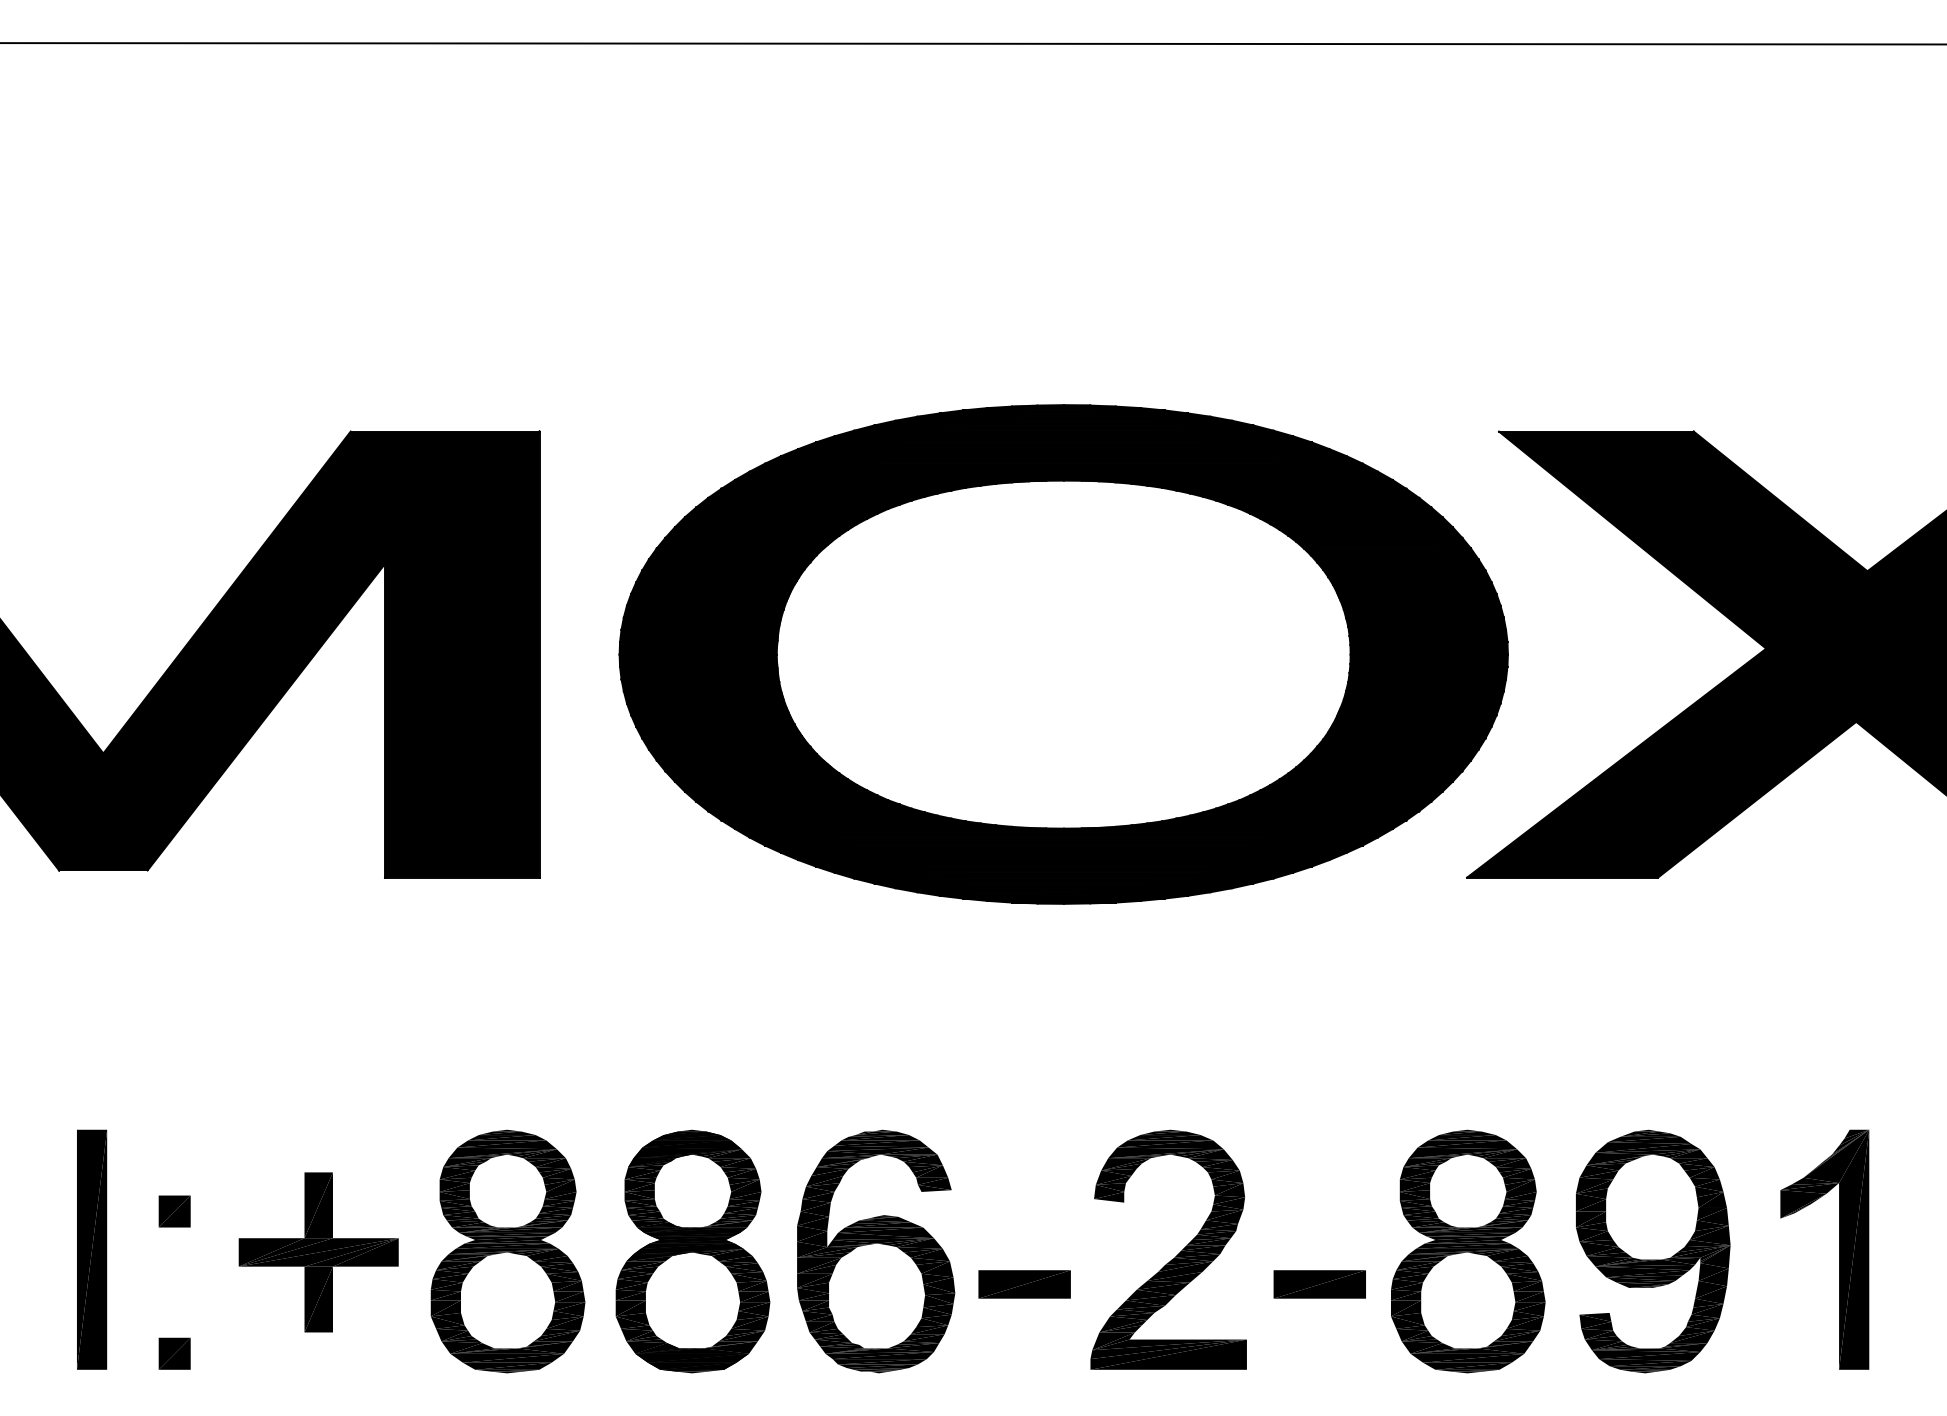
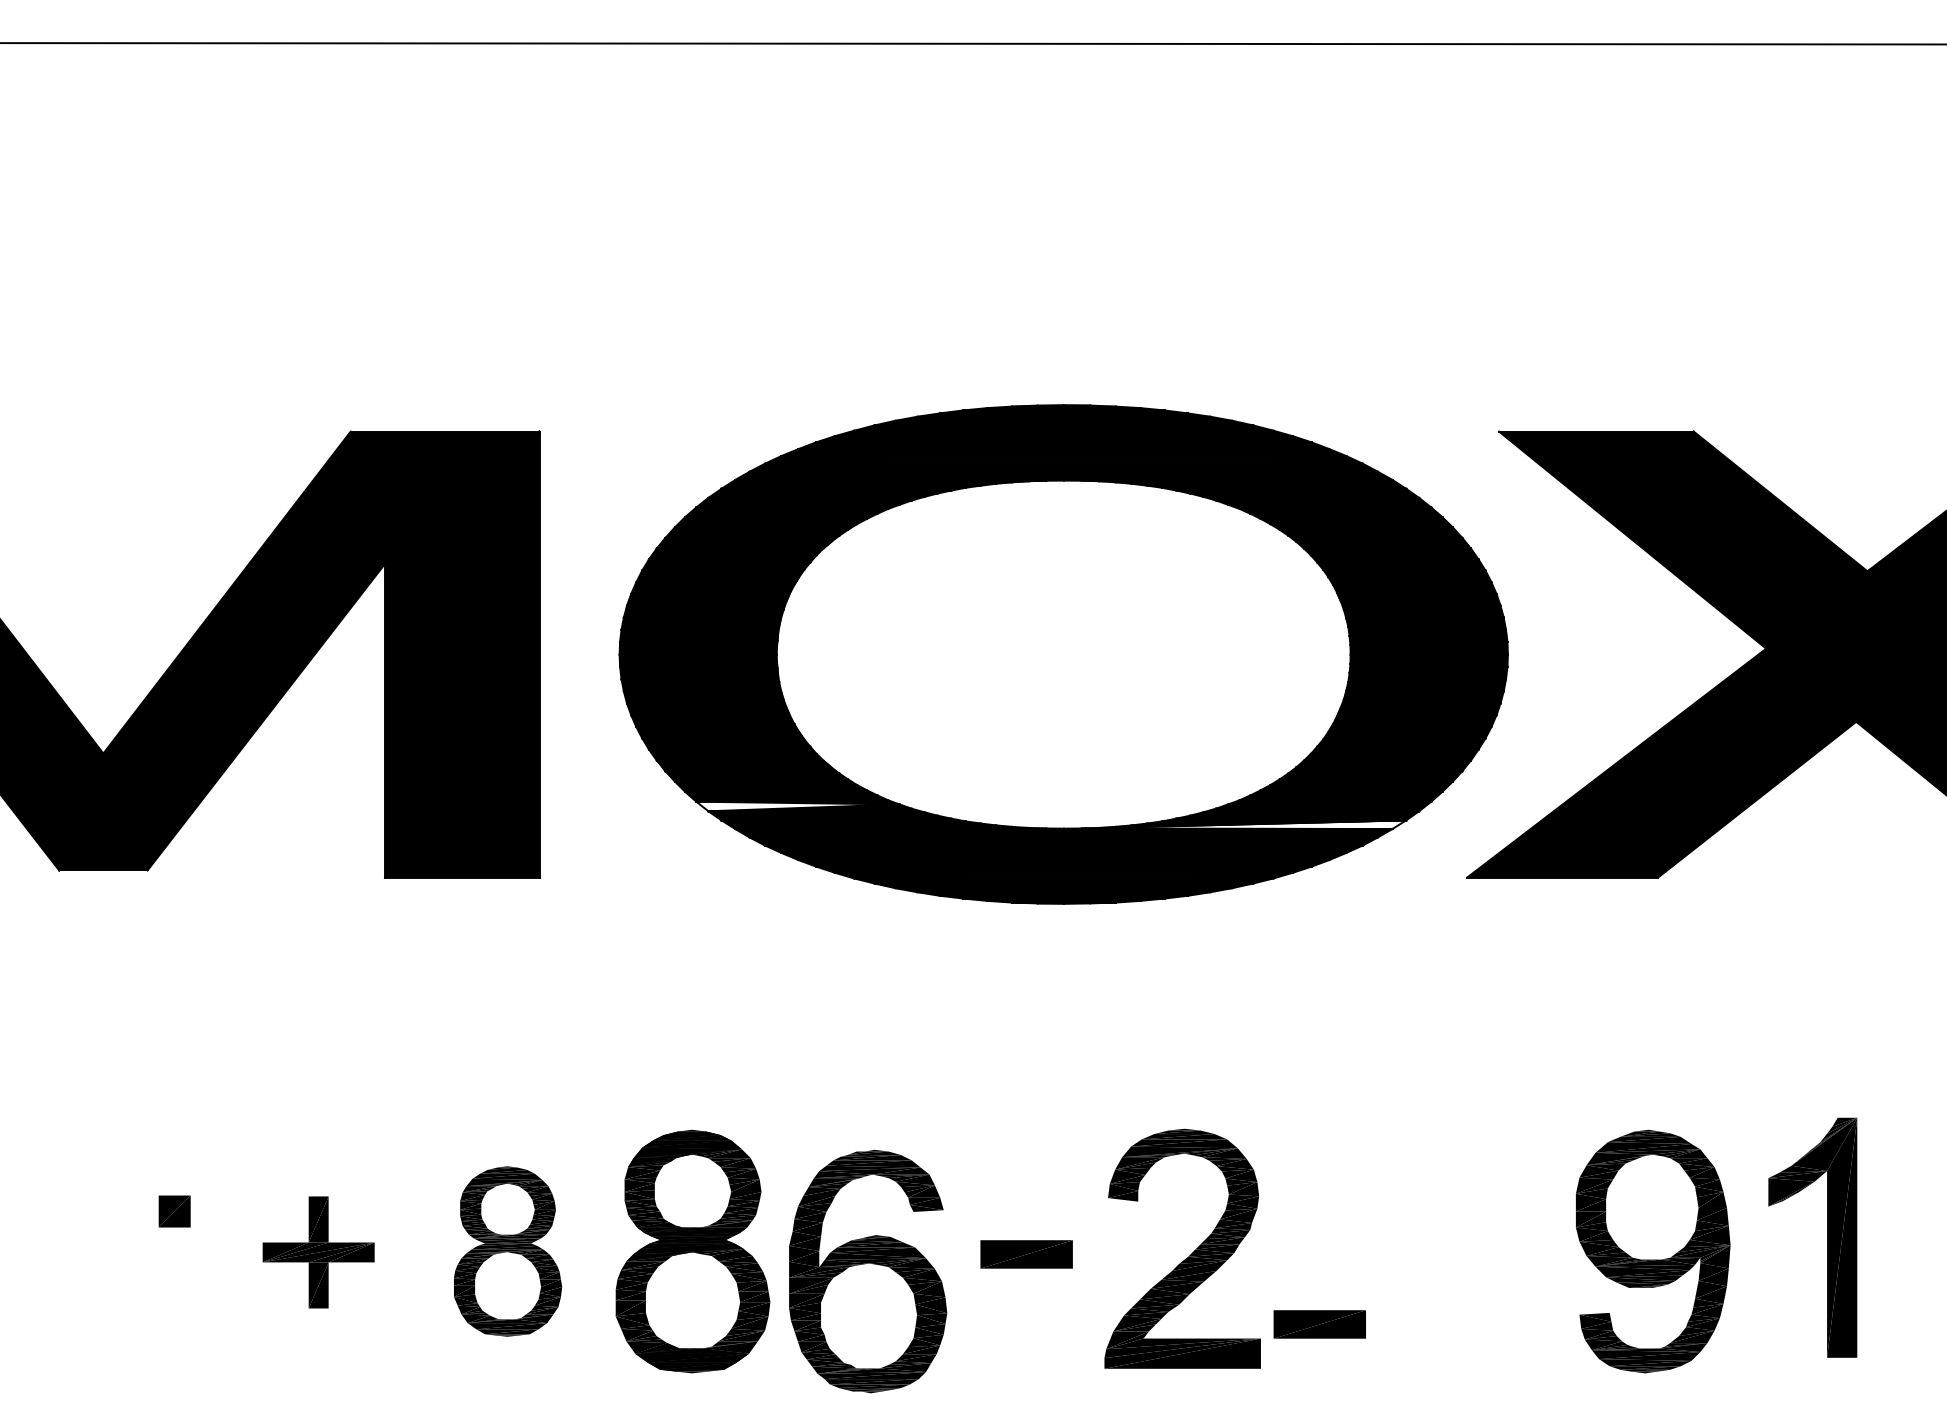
fill at (797, 806): present -> none
fill at (1243, 824): present -> none
part at (92, 1249): present -> none
part at (1839, 1249) position: (1839, 1249) -> (1827, 1237)
part at (507, 1251) size: 156x245 px -> 109x171 px
part at (876, 1251) position: (876, 1251) -> (868, 1271)
part at (1468, 1251): present -> none
part at (318, 1252) size: 161x161 px -> 113x113 px
part at (1175, 1256) position: (1175, 1256) -> (1189, 1255)
part at (1024, 1284) position: (1024, 1284) -> (1026, 1254)
part at (1319, 1284) position: (1319, 1284) -> (1319, 1324)
part at (174, 1353): present -> none
